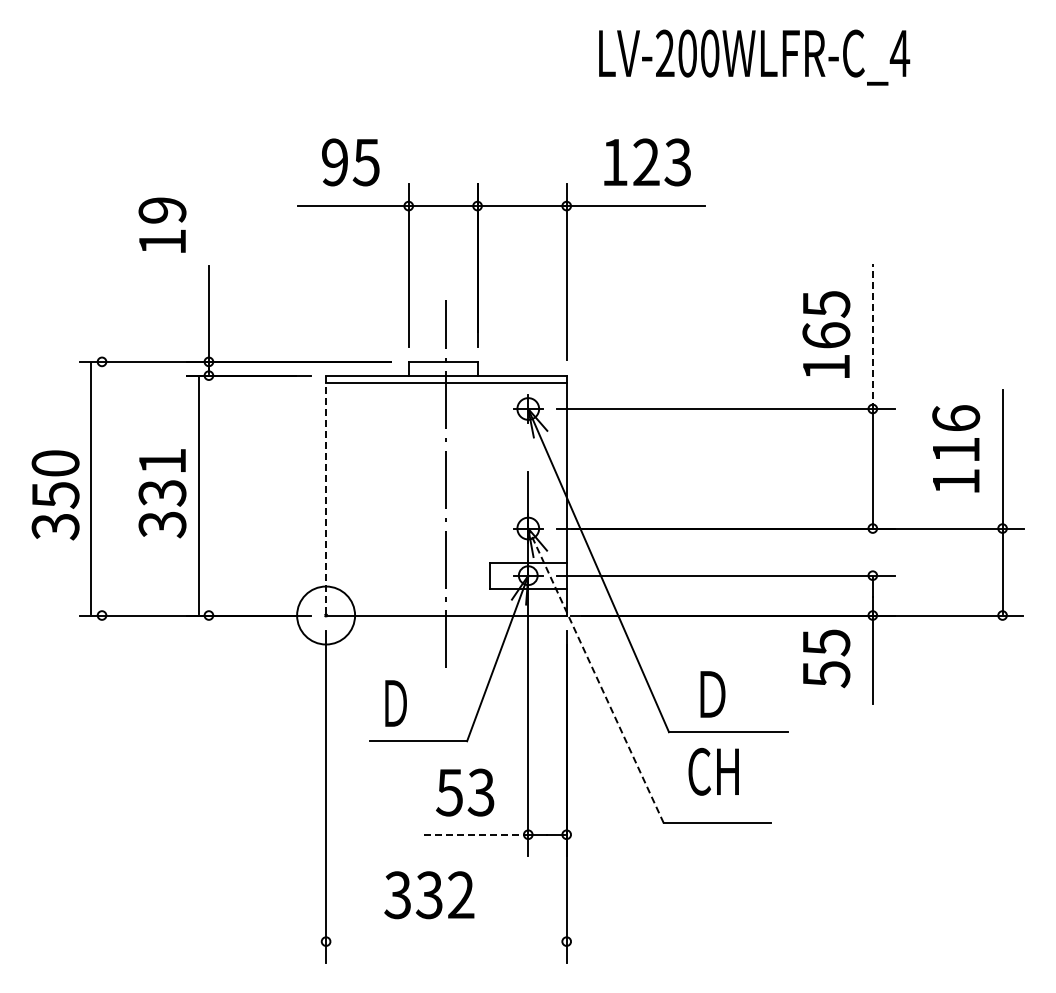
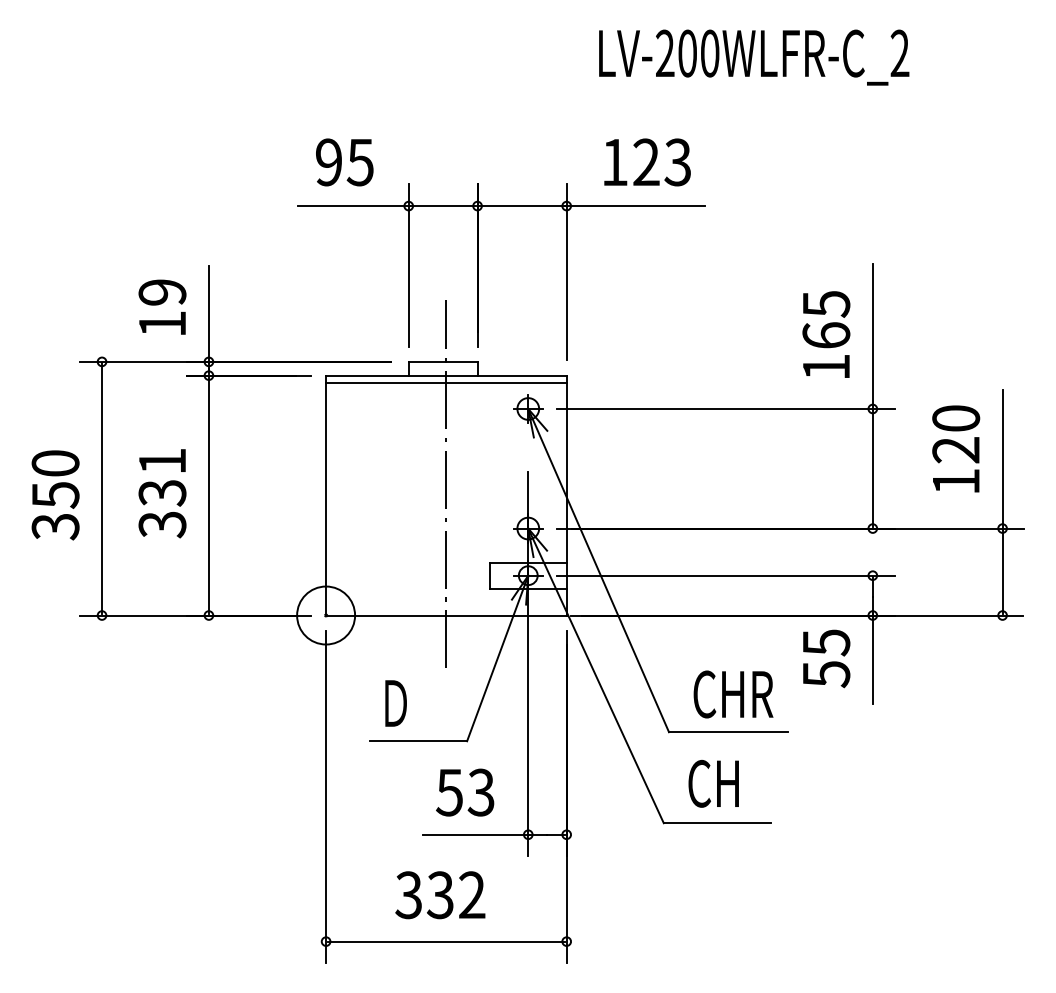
text at (899, 52): LV-200WLFR-C_4 -> LV-200WLFR-C_2
text at (350, 162) position: (350, 162) -> (344, 162)
text at (162, 224) position: (162, 224) -> (162, 306)
line at (872, 336): dashed -> solid
text at (956, 434): 116 -> 120
line at (91, 488) position: (91, 488) -> (102, 488)
line at (198, 495) position: (198, 495) -> (208, 495)
line at (326, 495): dashed -> solid
line at (595, 675): dashed -> solid
text at (733, 694): Ｄ -> CHR
text at (713, 771) position: (713, 771) -> (713, 783)
line at (476, 834): dashed -> solid
text at (429, 895) position: (429, 895) -> (440, 895)
line at (446, 941): none -> present
